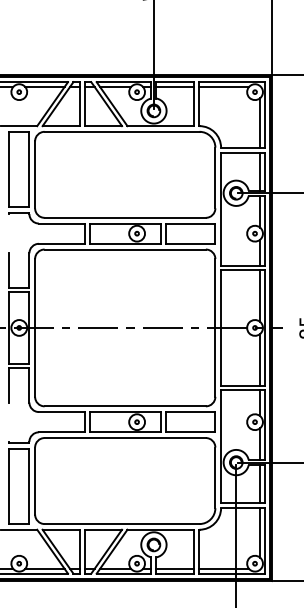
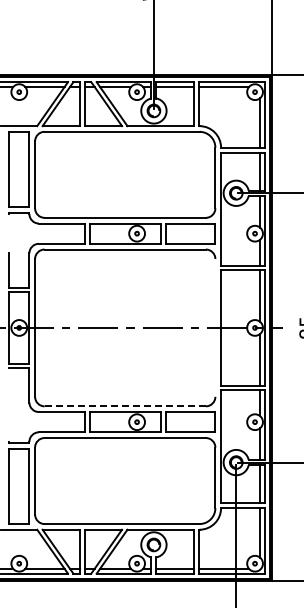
line at (215, 327): present -> none
line at (9, 385): present -> none
line at (125, 406): solid -> dashed
